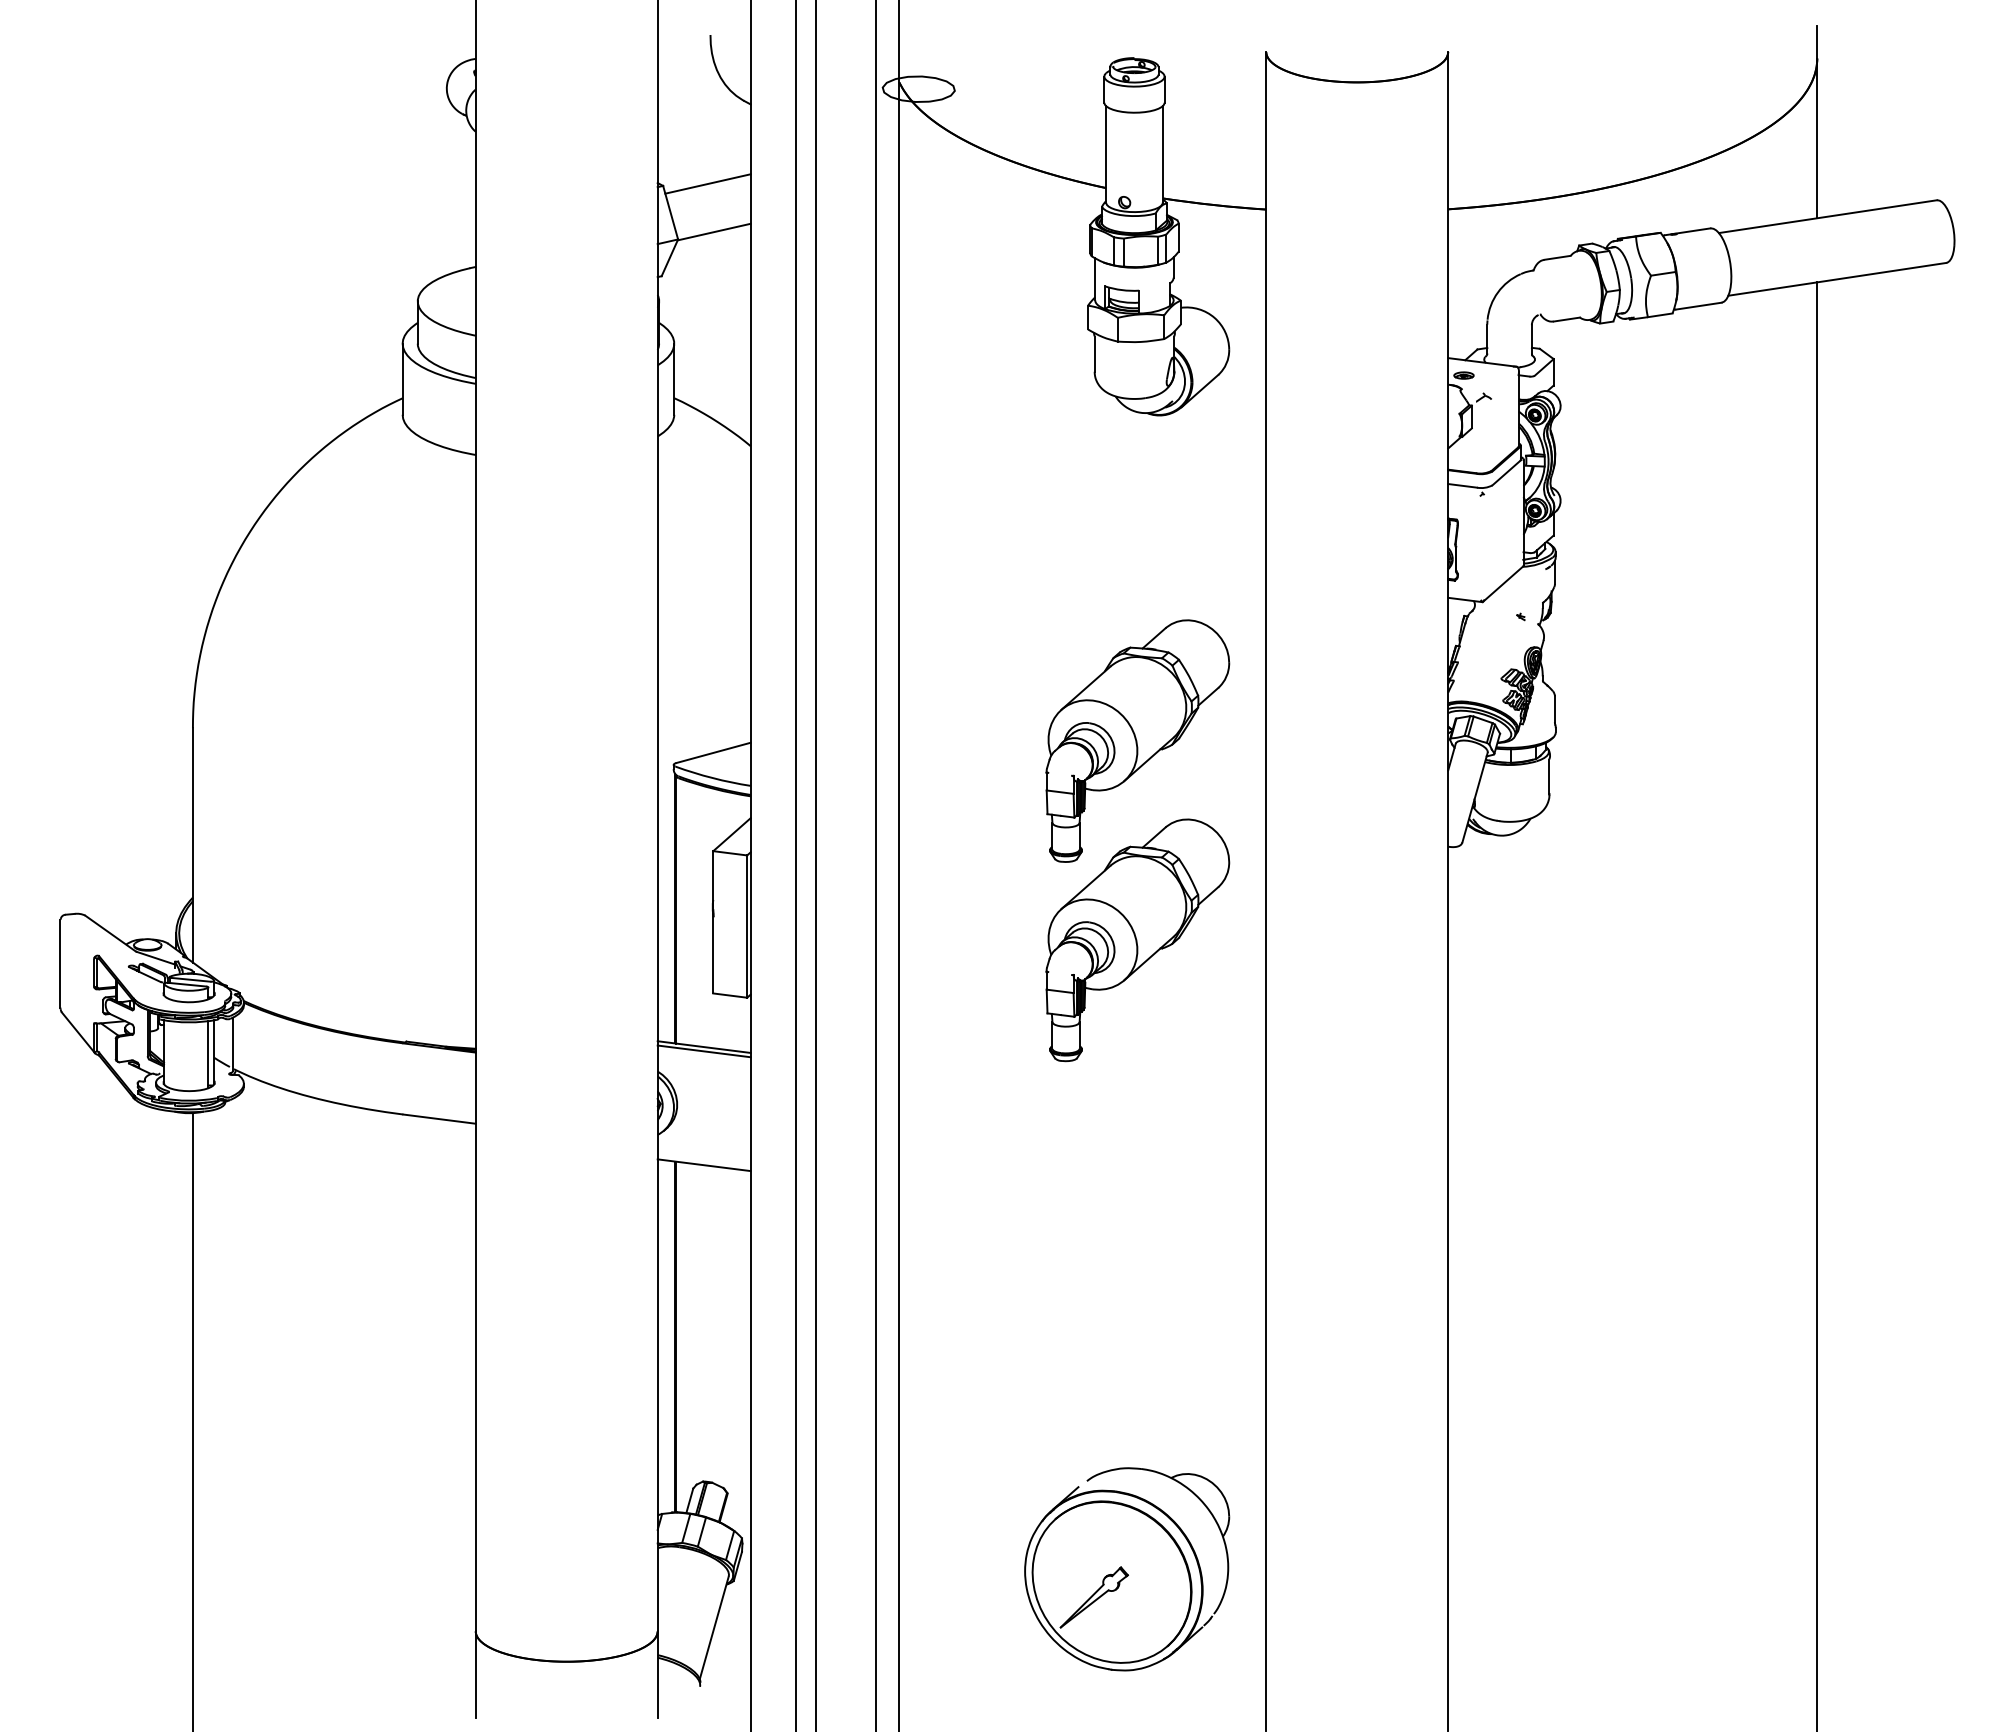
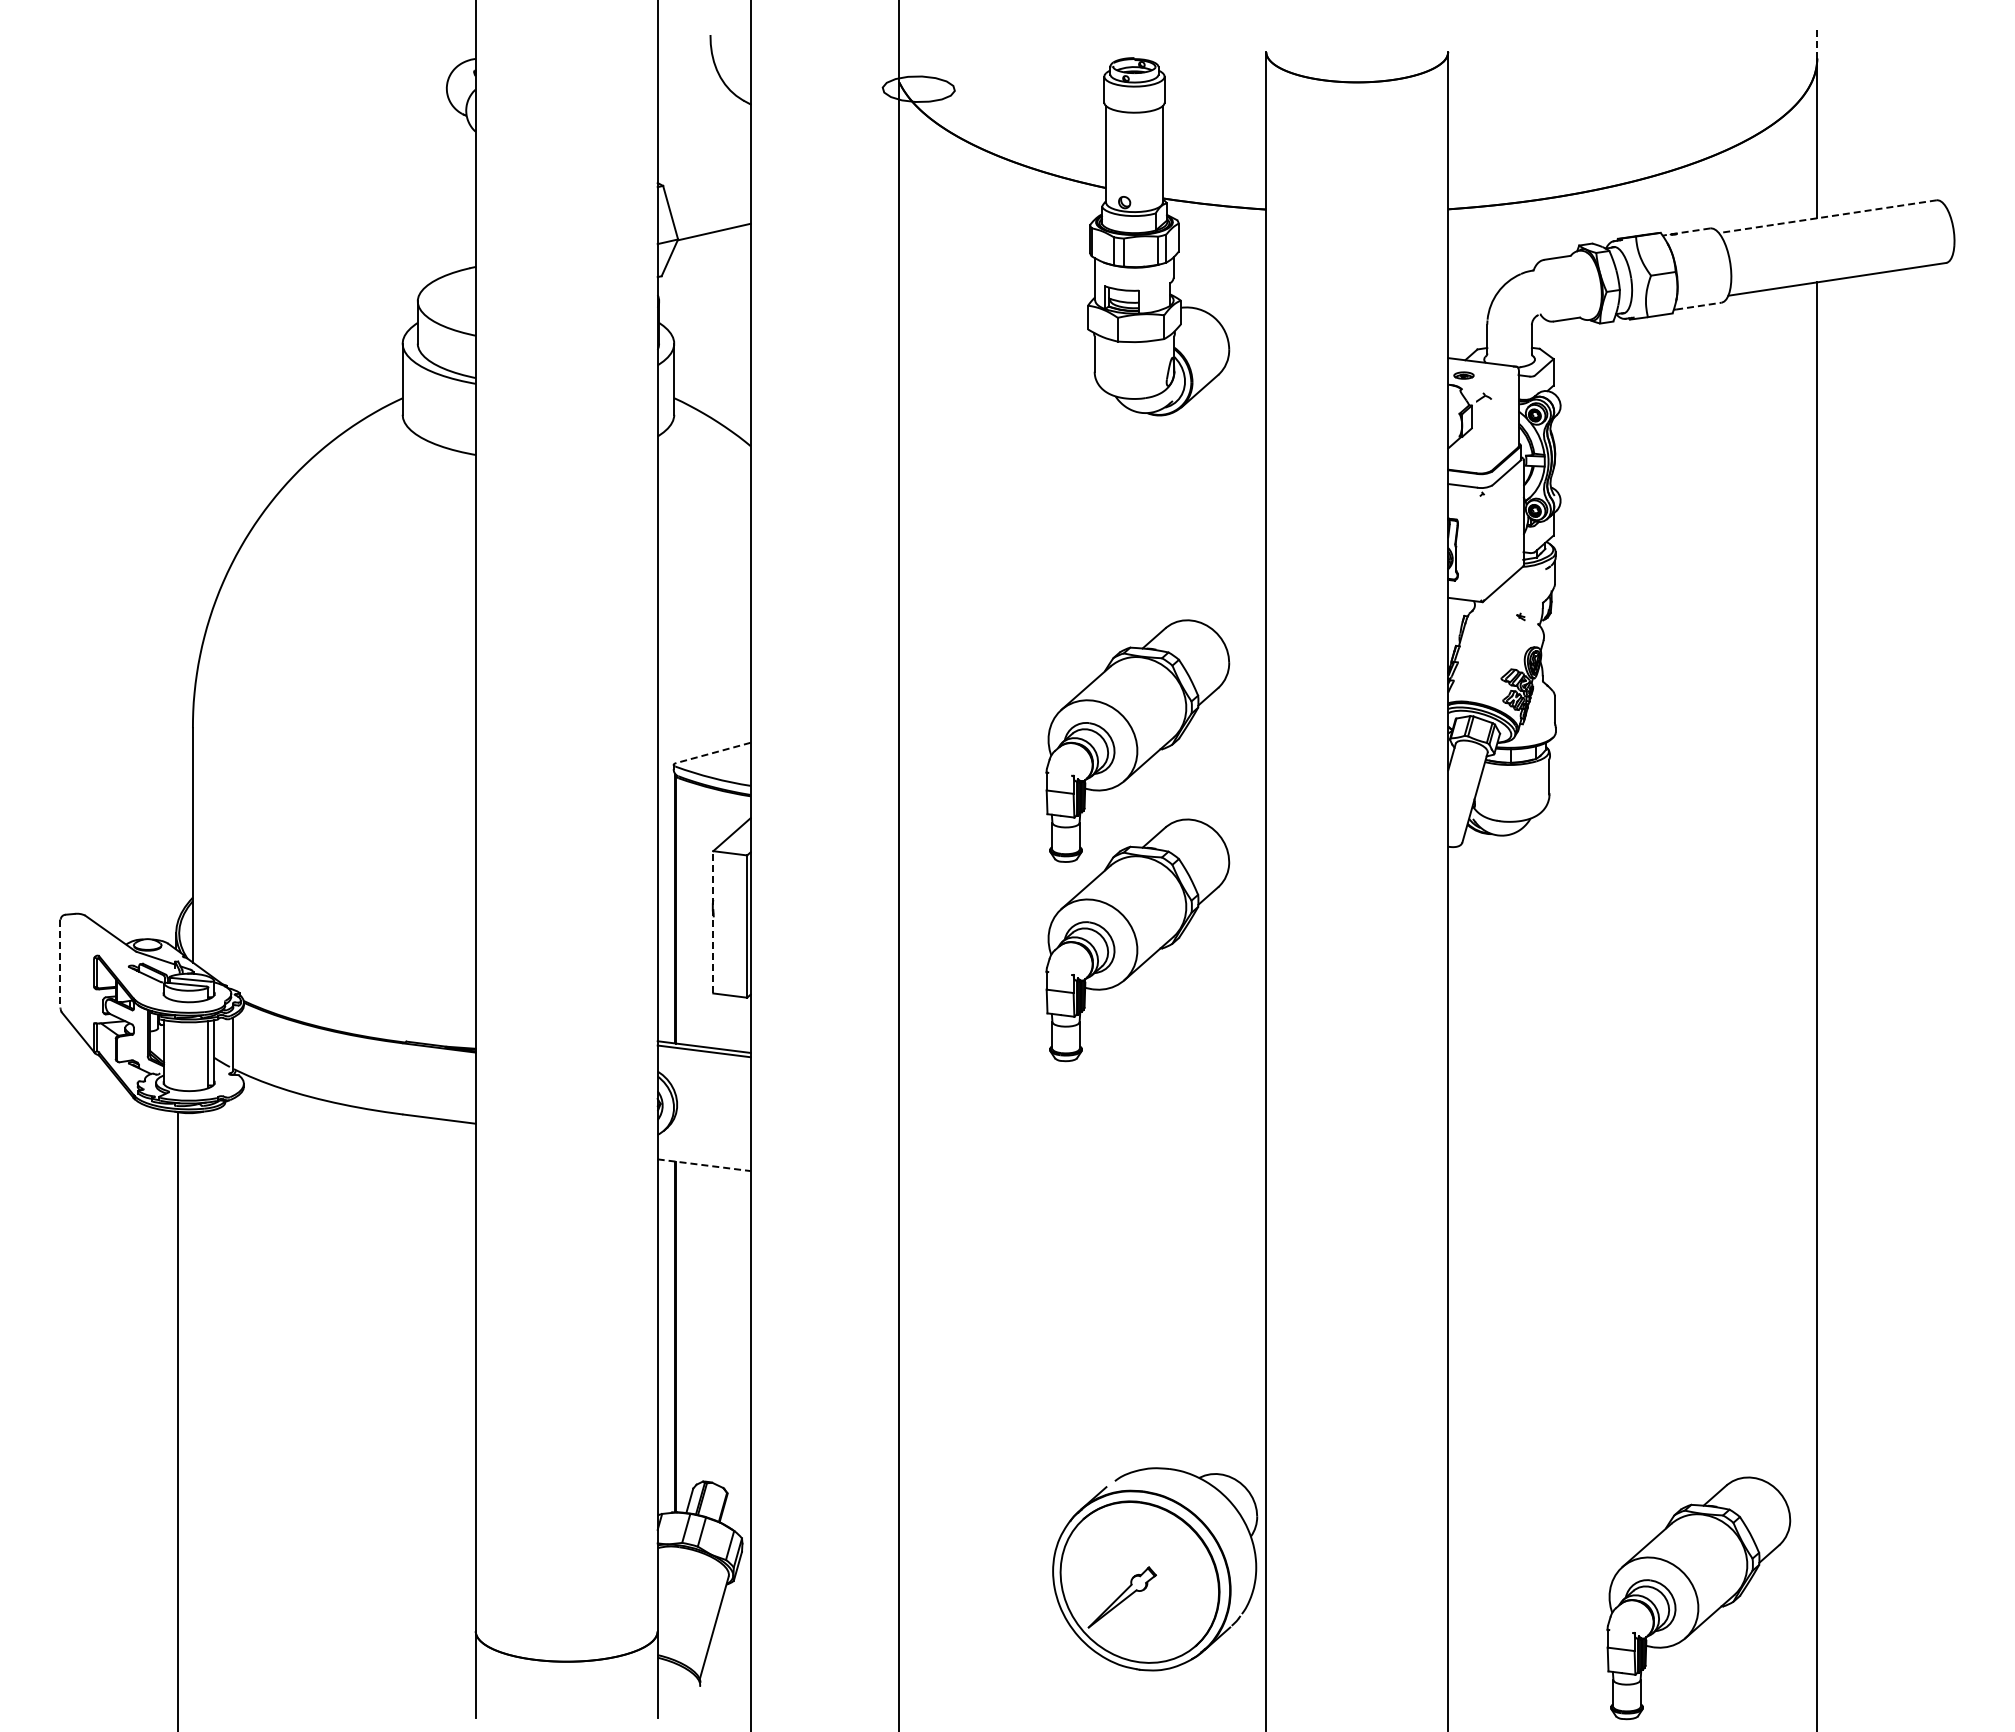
line at (1817, 41): solid -> dashed
line at (707, 183): present -> none
line at (1827, 216): solid -> dashed
line at (1687, 231): solid -> dashed
line at (1698, 306): solid -> dashed
line at (713, 753): solid -> dashed
line at (796, 865): present -> none
line at (816, 865): present -> none
line at (875, 865): present -> none
line at (713, 921): solid -> dashed
line at (60, 963): solid -> dashed
line at (704, 1165): solid -> dashed
line at (192, 1420) position: (192, 1420) -> (177, 1420)
part at (1127, 1569) position: (1127, 1569) -> (1155, 1569)
part at (1698, 1598): none -> present
